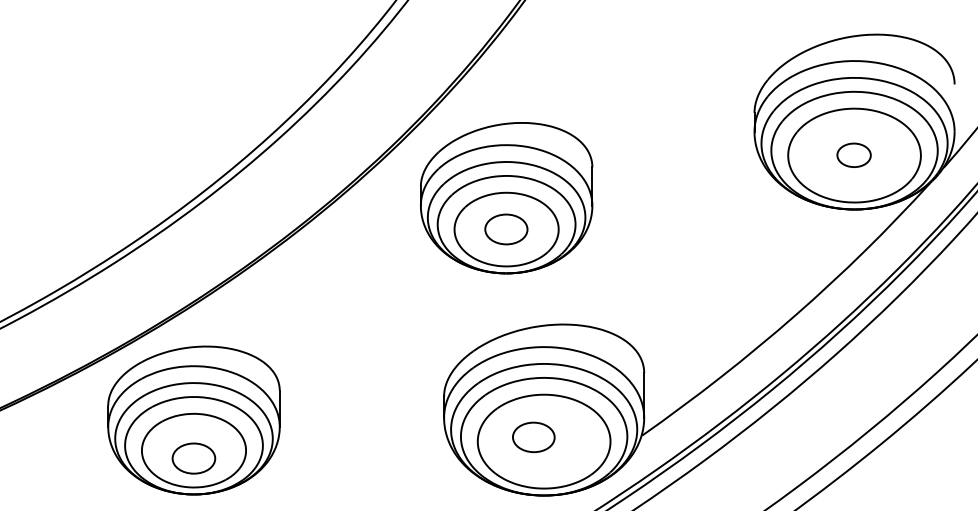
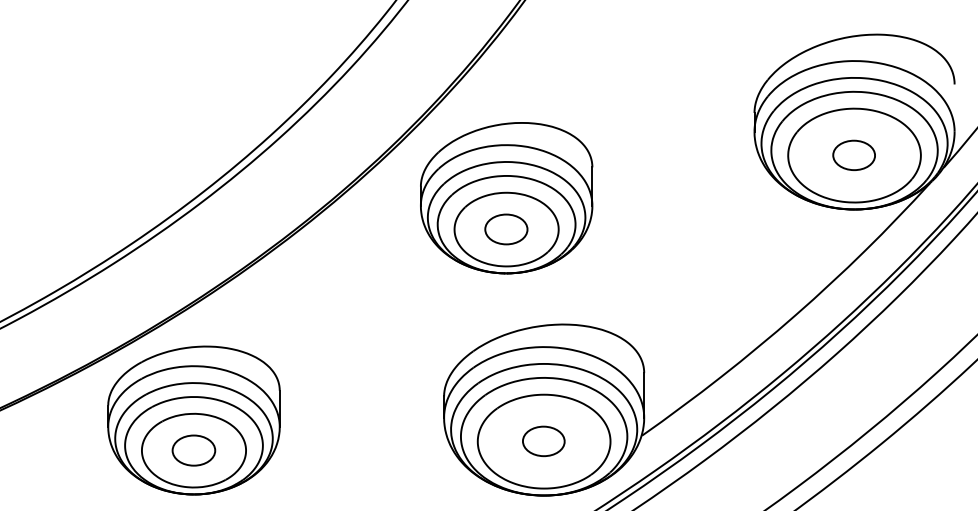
part at (853, 154) size: 36x26 px -> 44x32 px
part at (533, 437) position: (533, 437) -> (543, 441)
part at (193, 458) position: (193, 458) -> (193, 450)
